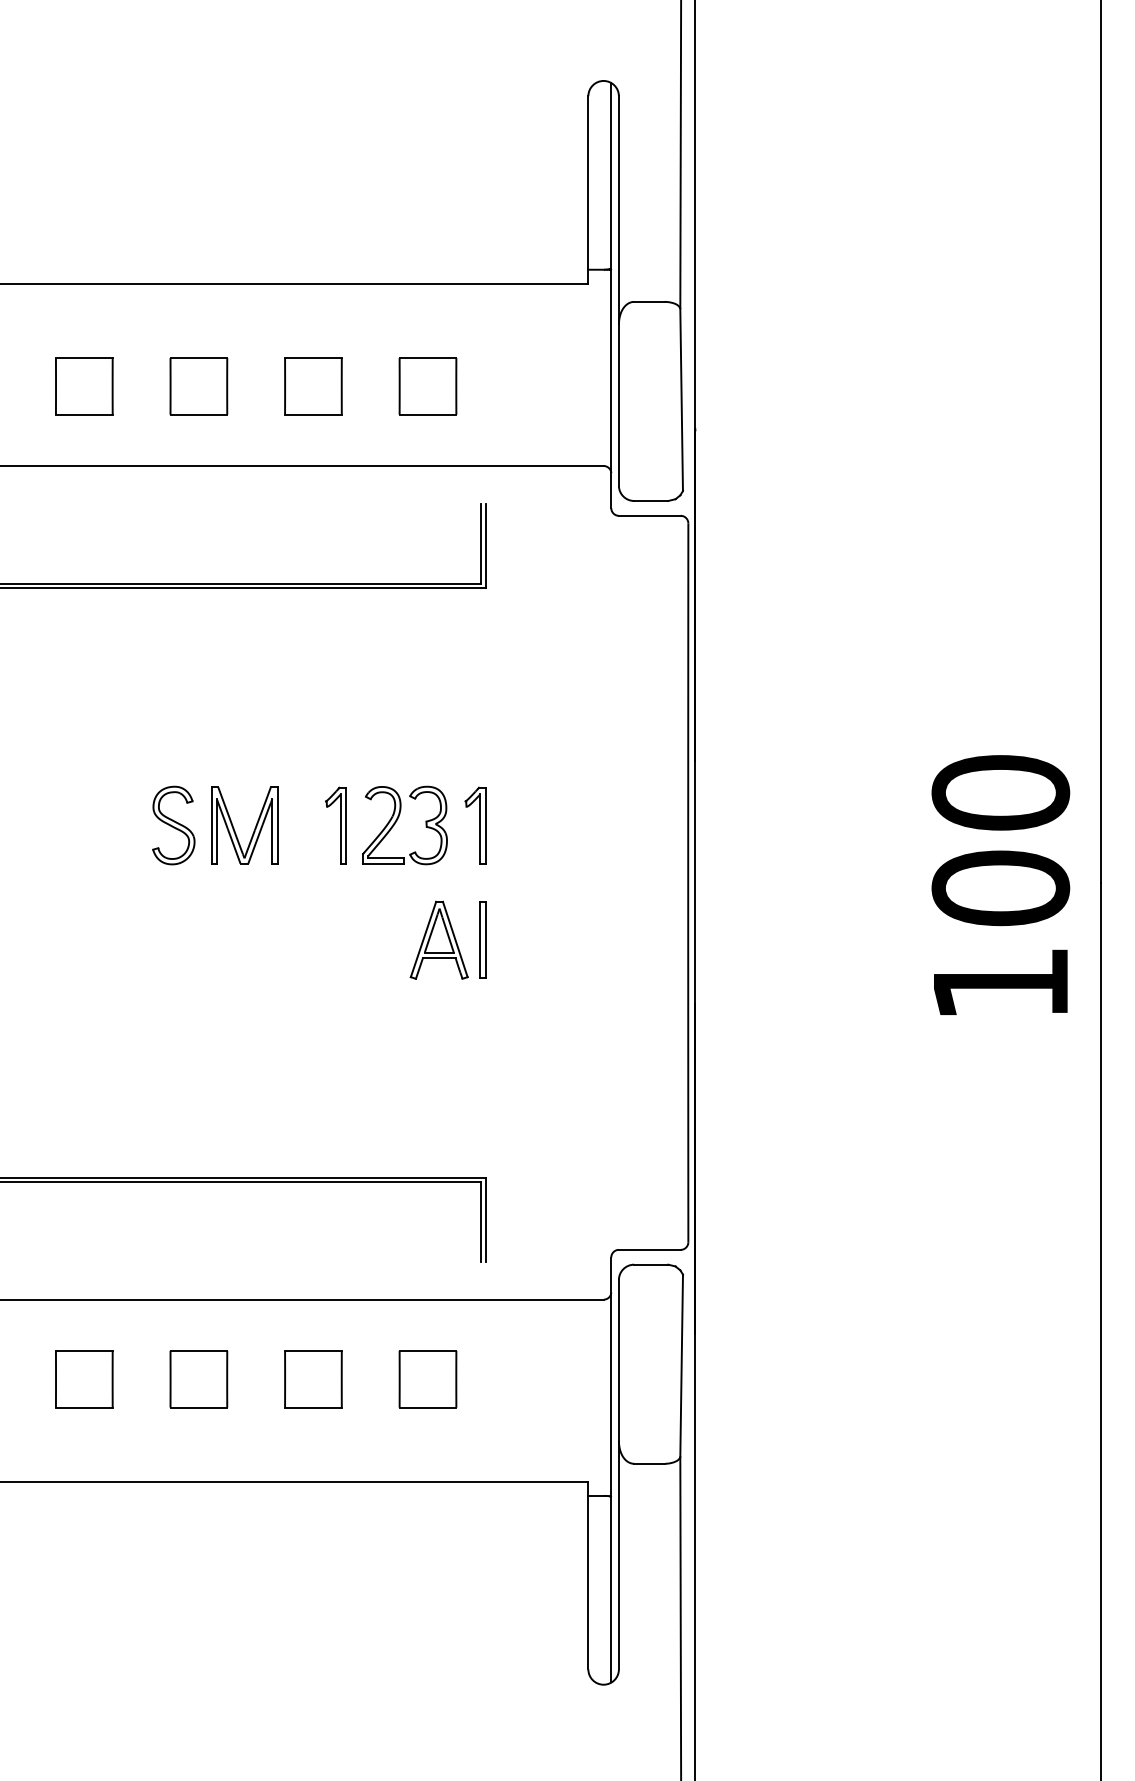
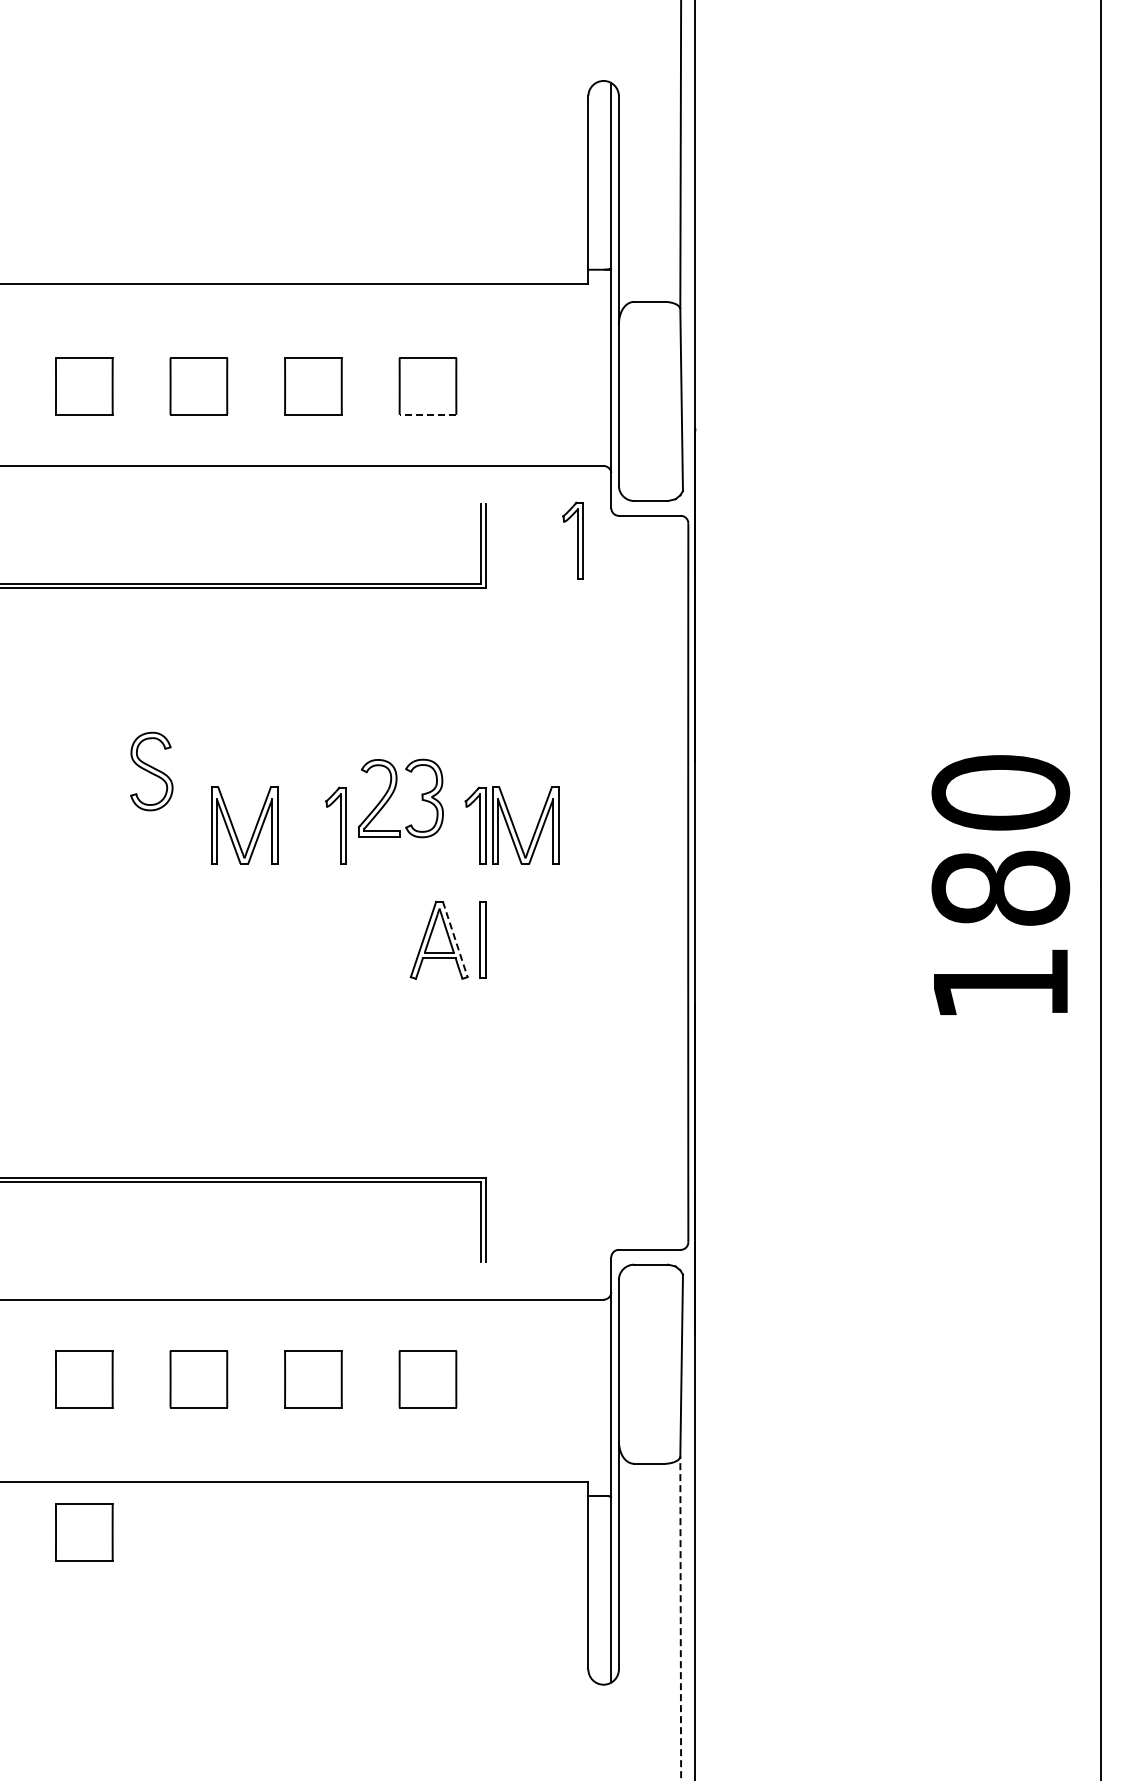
line at (427, 414): solid -> dashed
part at (572, 540): none -> present
part at (398, 819) position: (398, 819) -> (394, 792)
part at (173, 825) position: (173, 825) -> (151, 771)
part at (516, 830): none -> present
text at (1000, 888): 100 -> 180
line at (455, 939): solid -> dashed
part at (84, 1532): none -> present
line at (680, 1618): solid -> dashed
